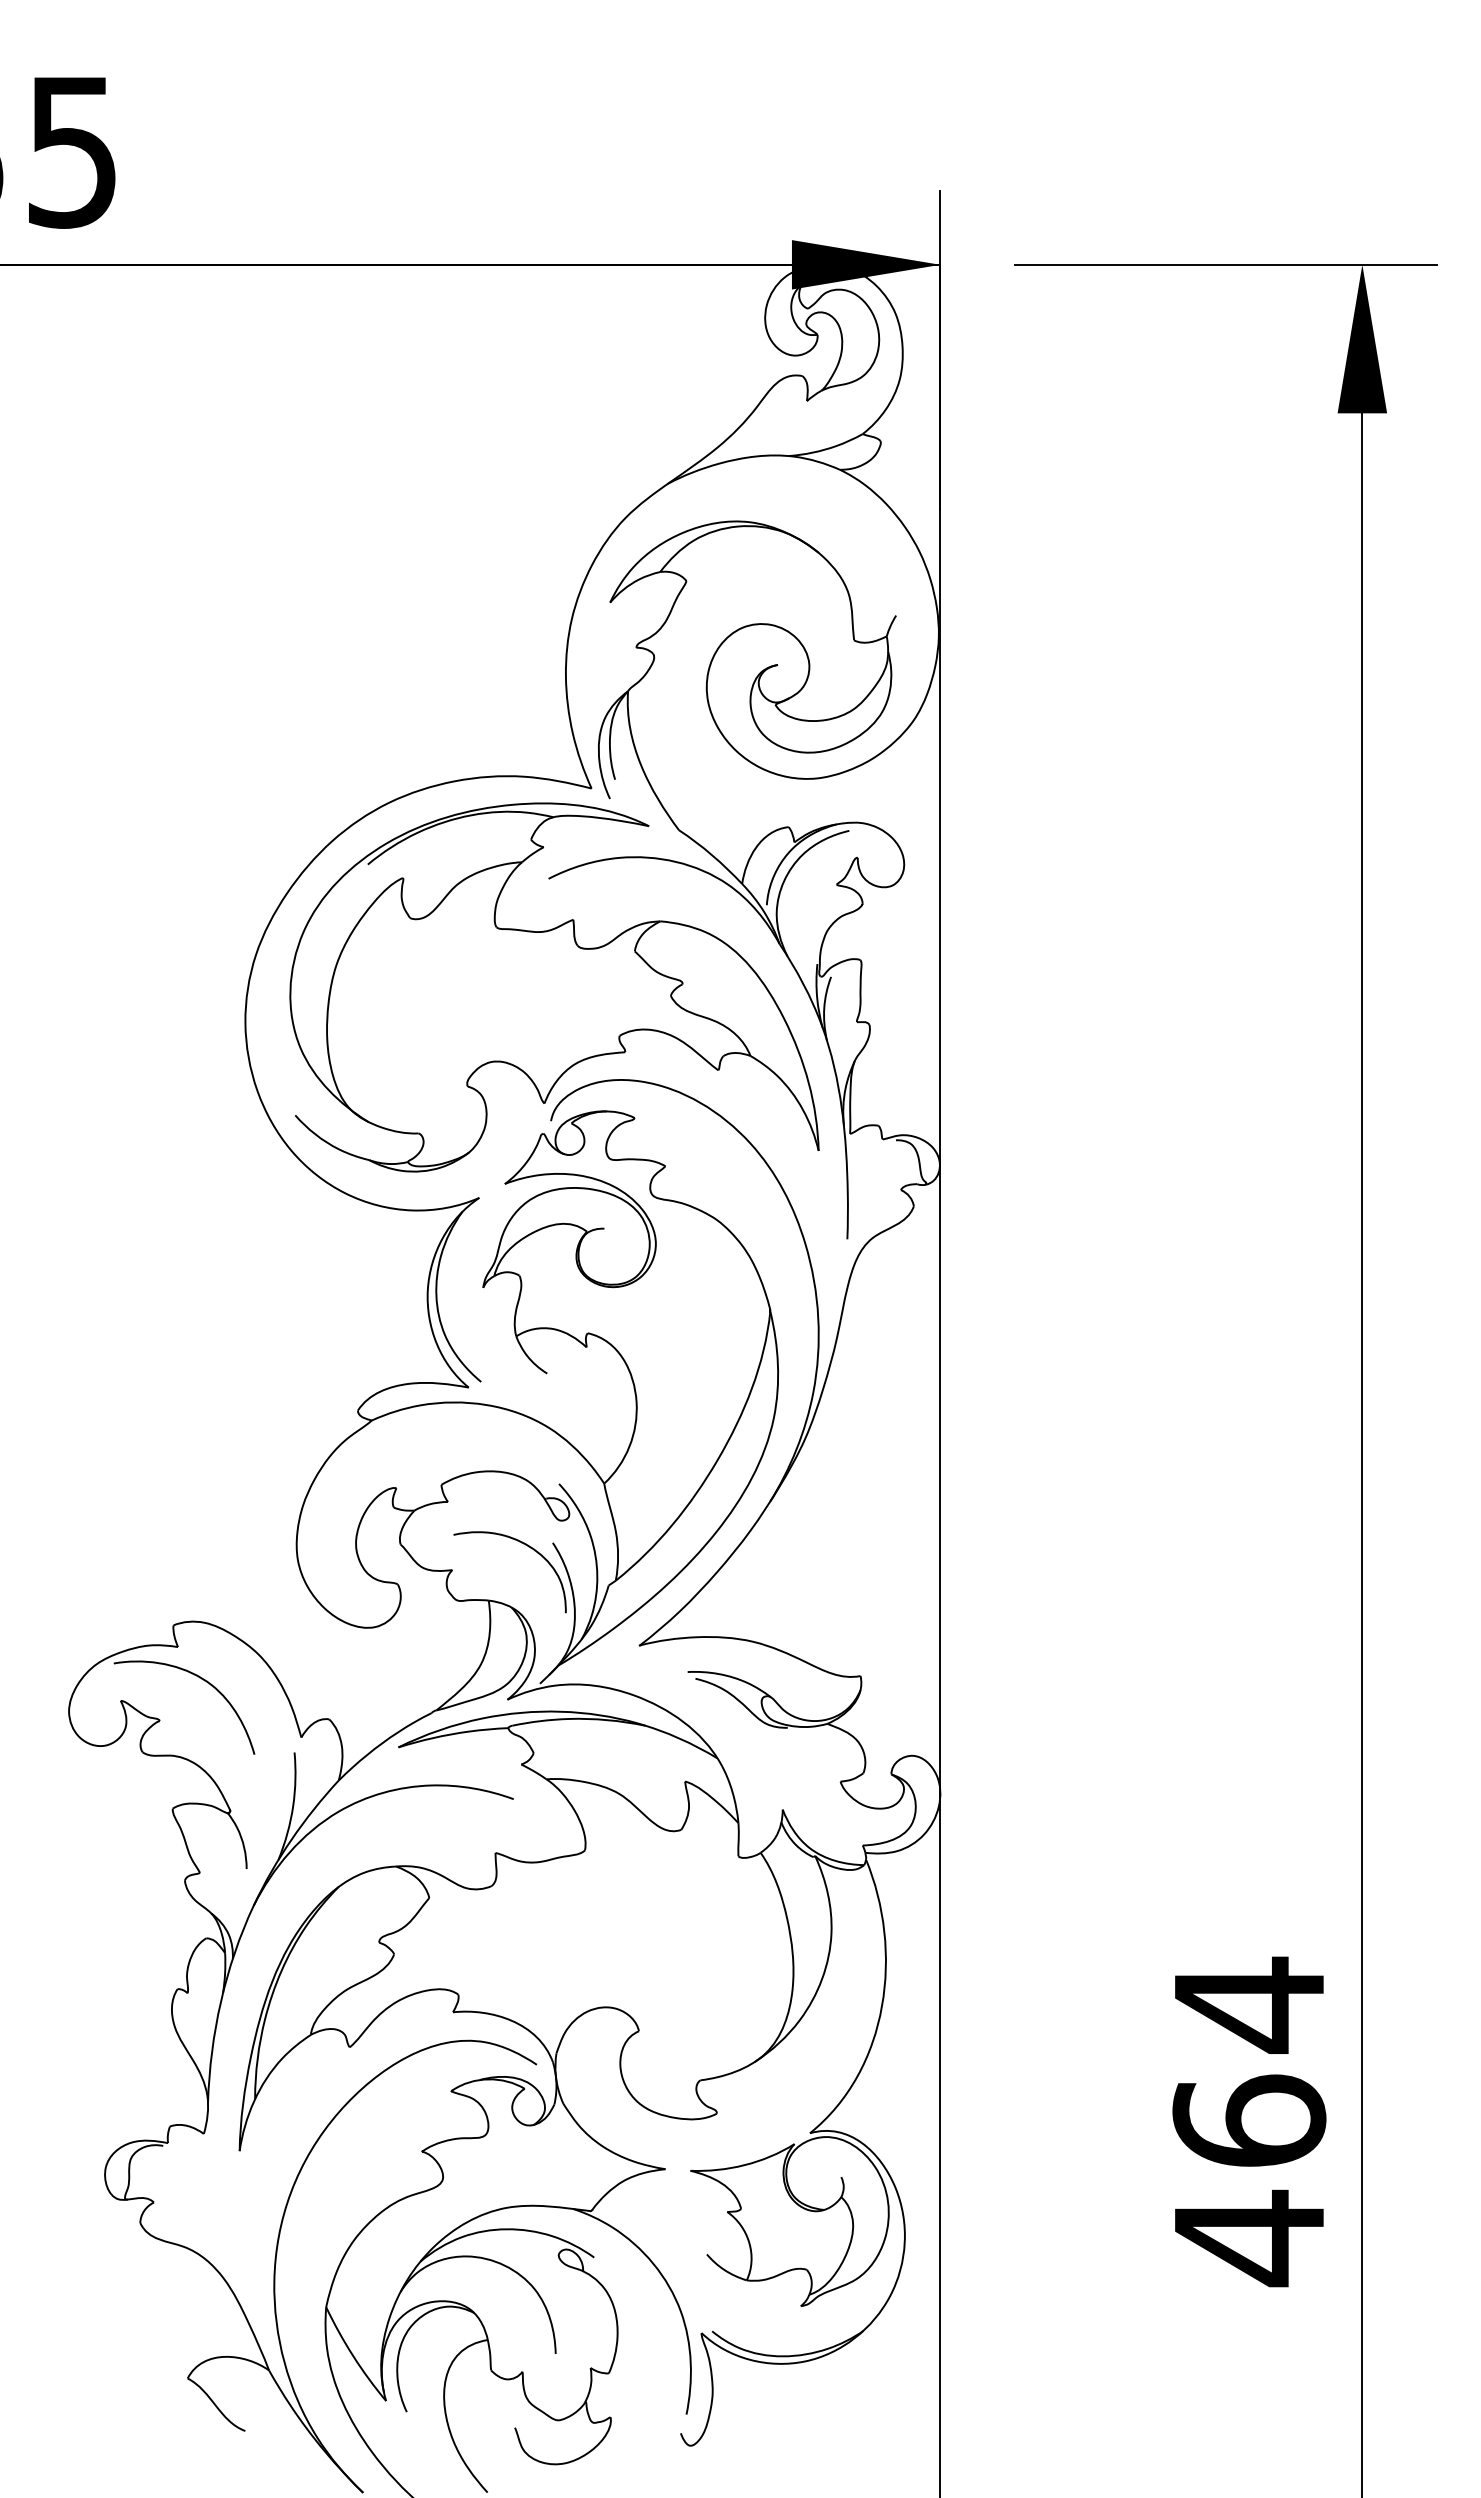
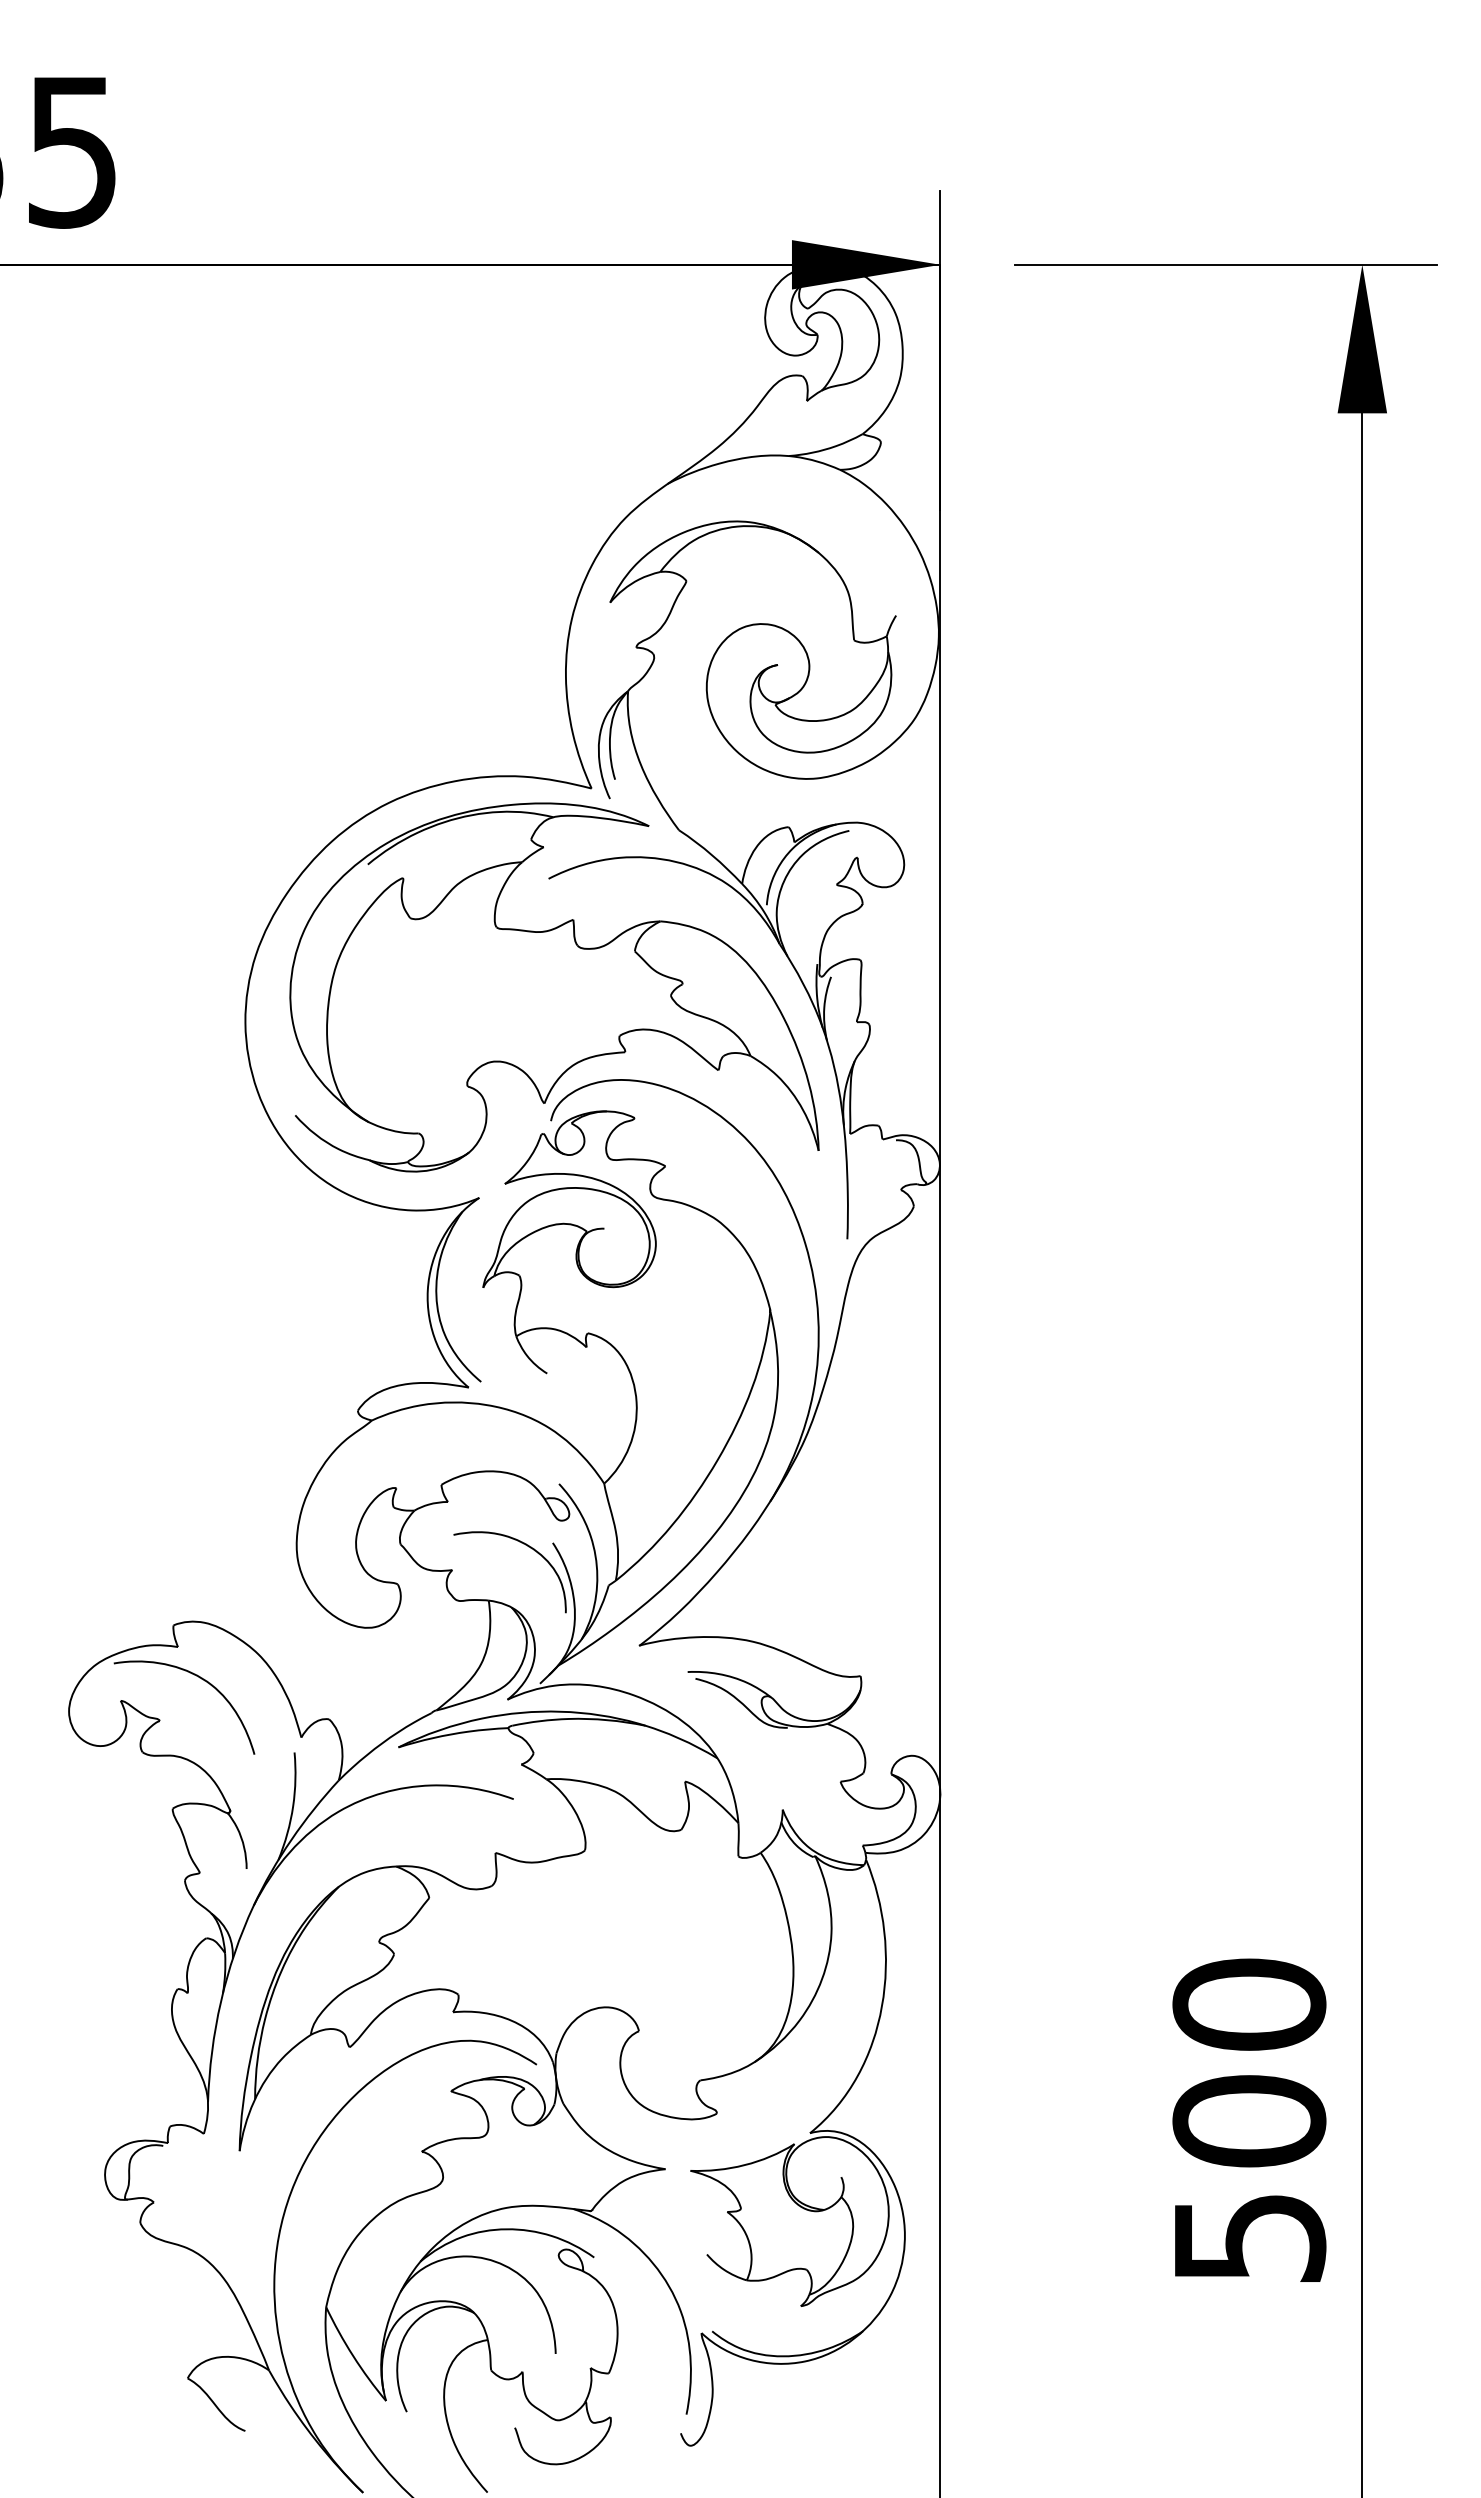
text at (1249, 2121): 464 -> 500
